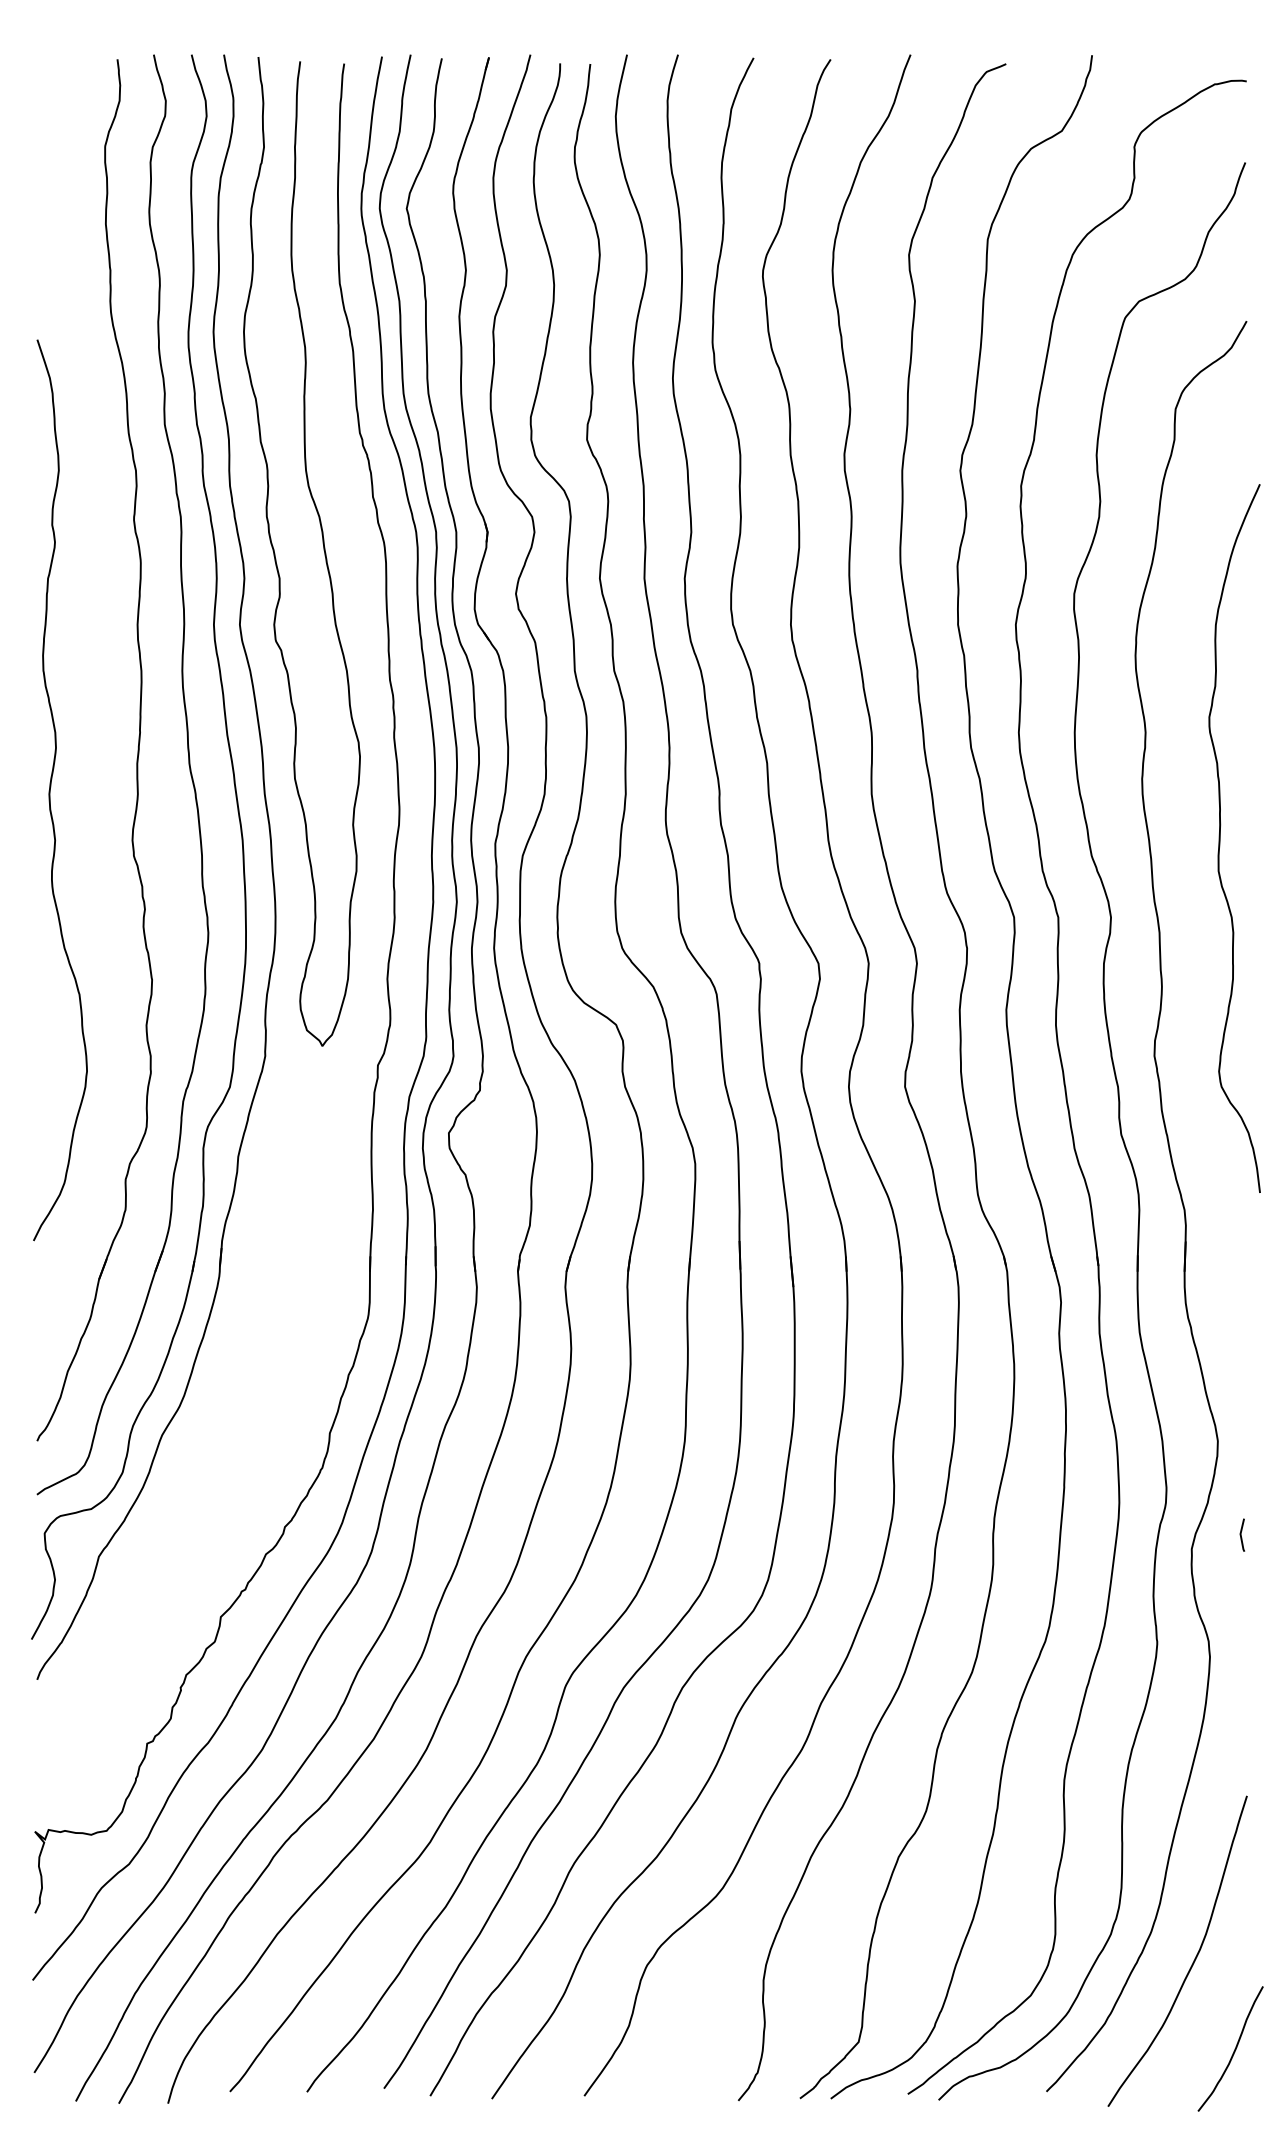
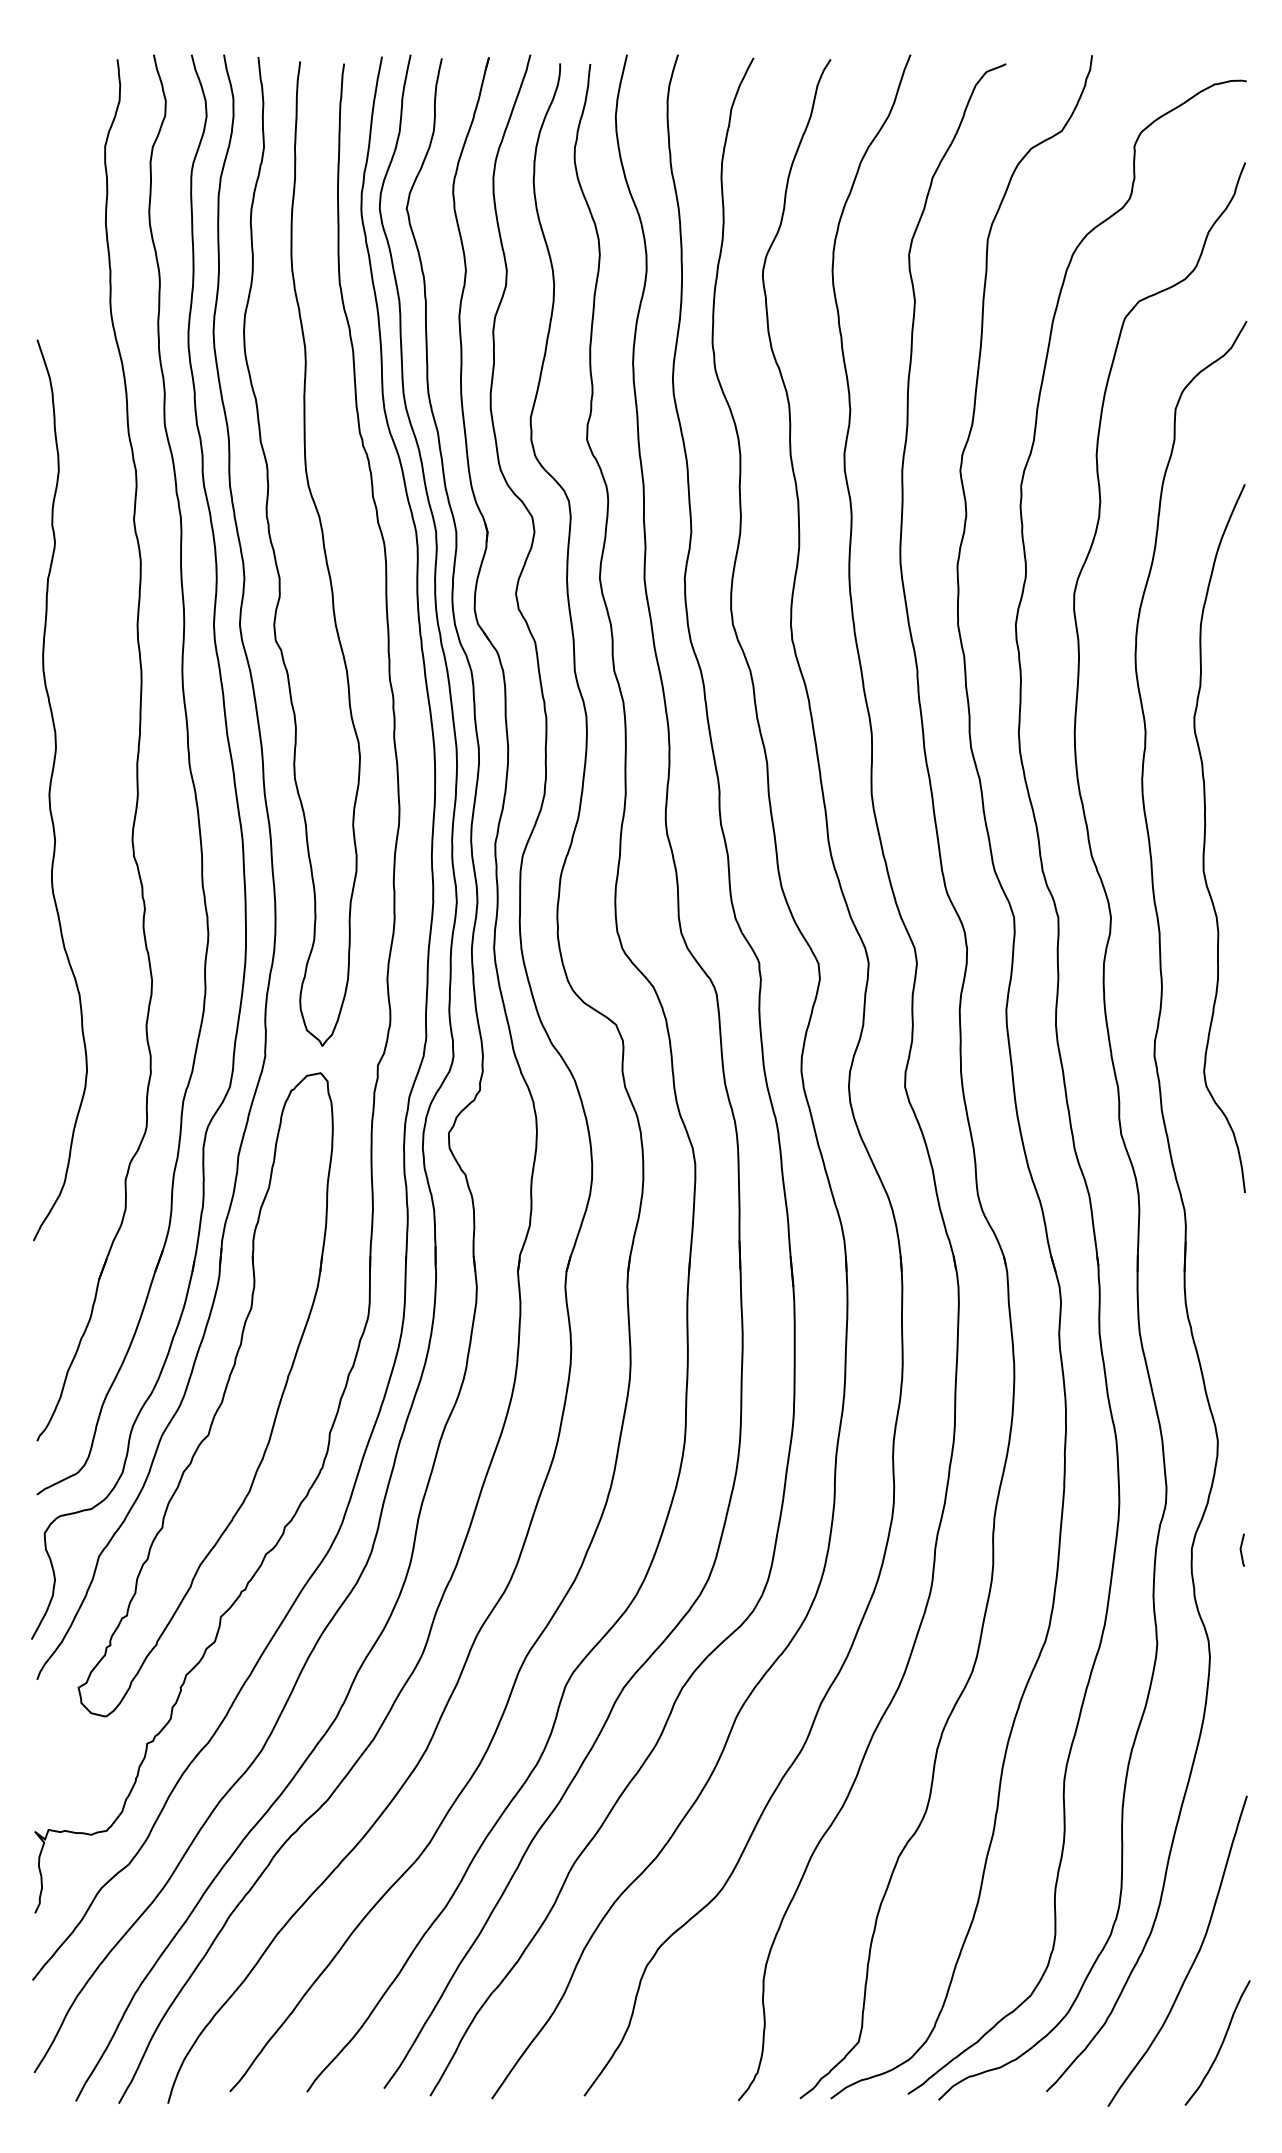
curve at (1220, 838) position: (1220, 838) -> (1205, 838)
part at (221, 1399): none -> present
line at (1241, 1534) position: (1241, 1534) -> (1241, 1549)
curve at (1234, 2048) position: (1234, 2048) -> (1221, 2042)
